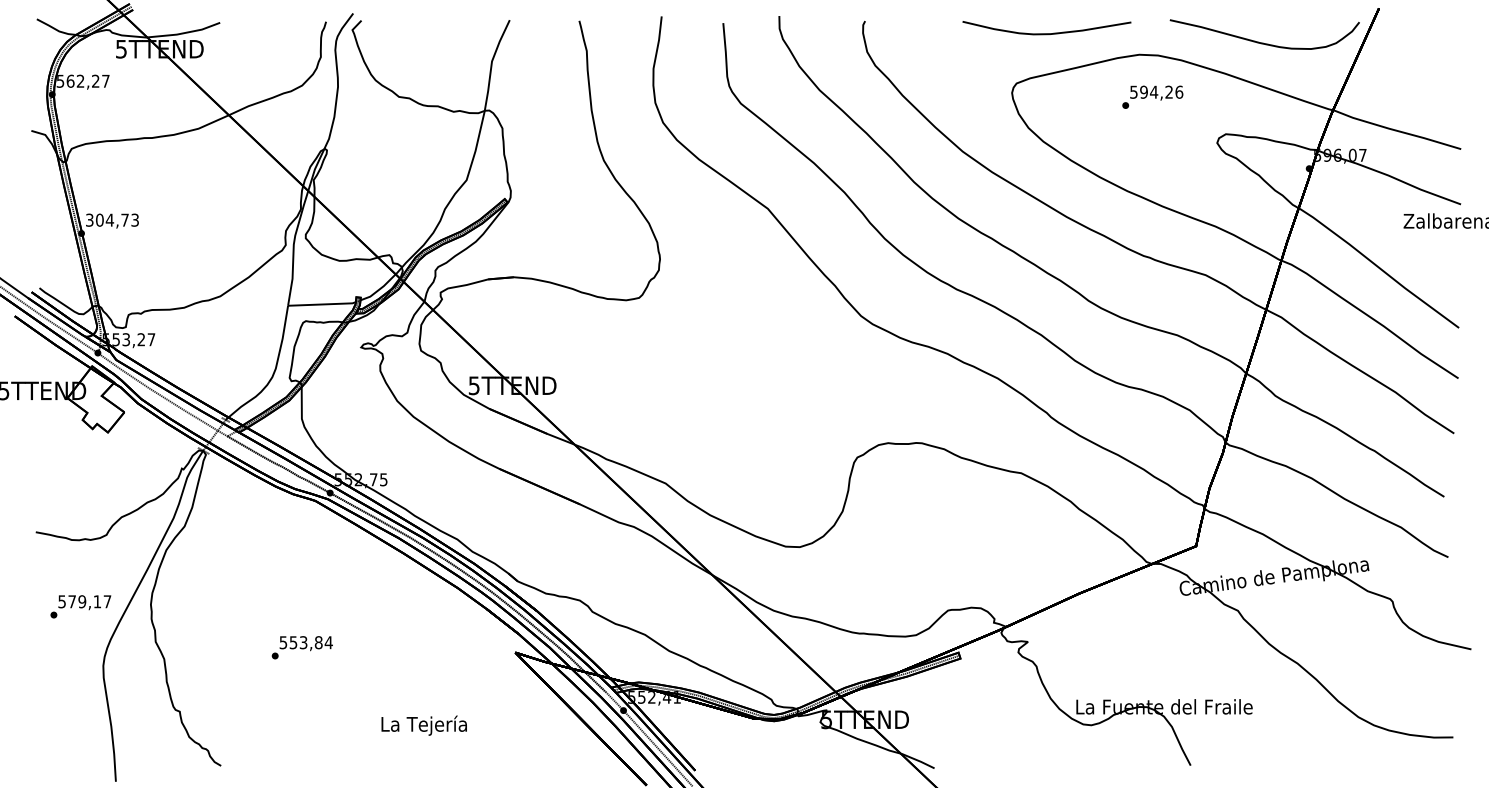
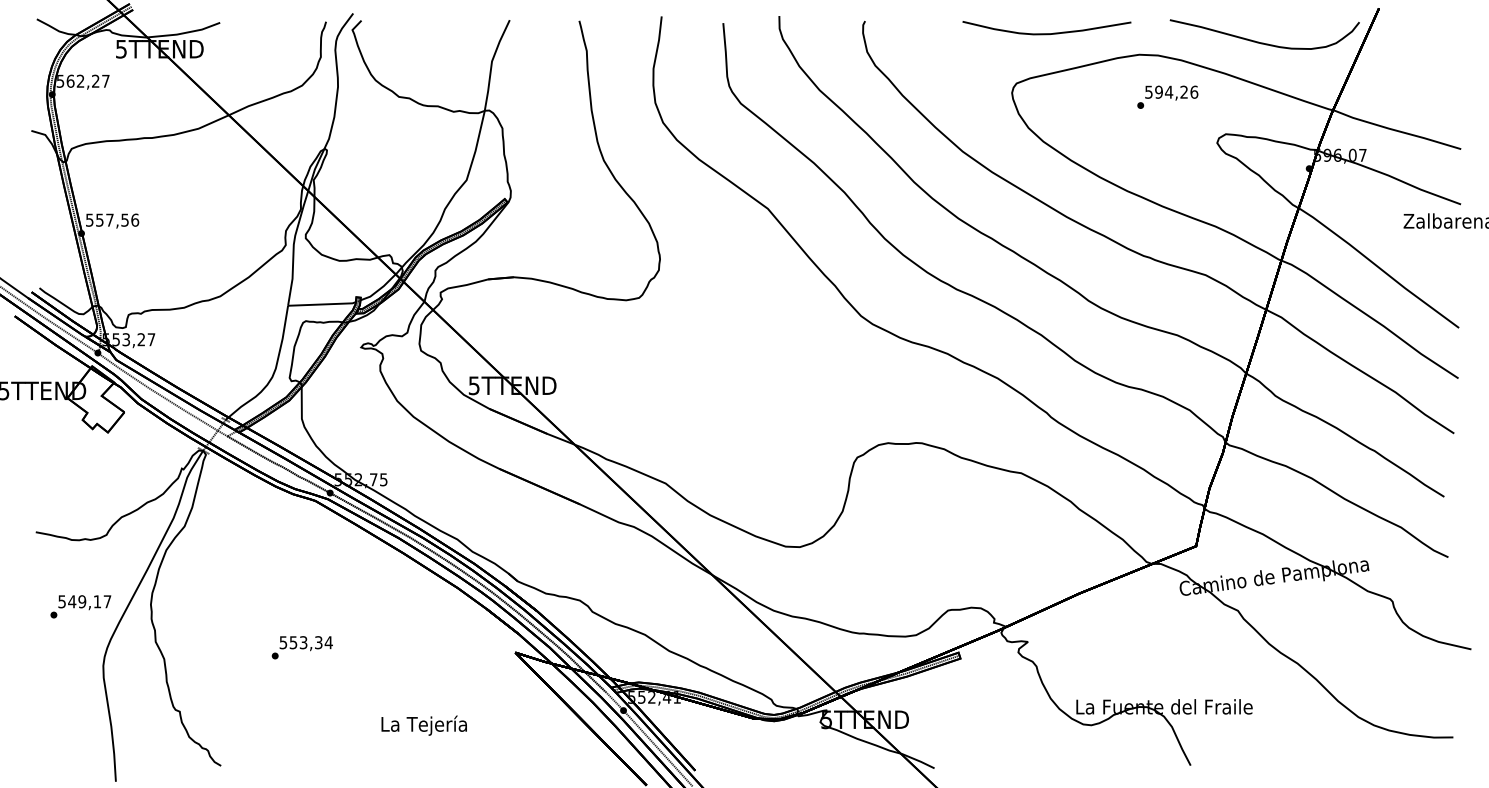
text at (1152, 96) position: (1152, 96) -> (1167, 96)
text at (112, 219): 304,73 -> 557,56
text at (72, 601): 579,17 -> 549,17
text at (318, 642): 553,84 -> 553,34
